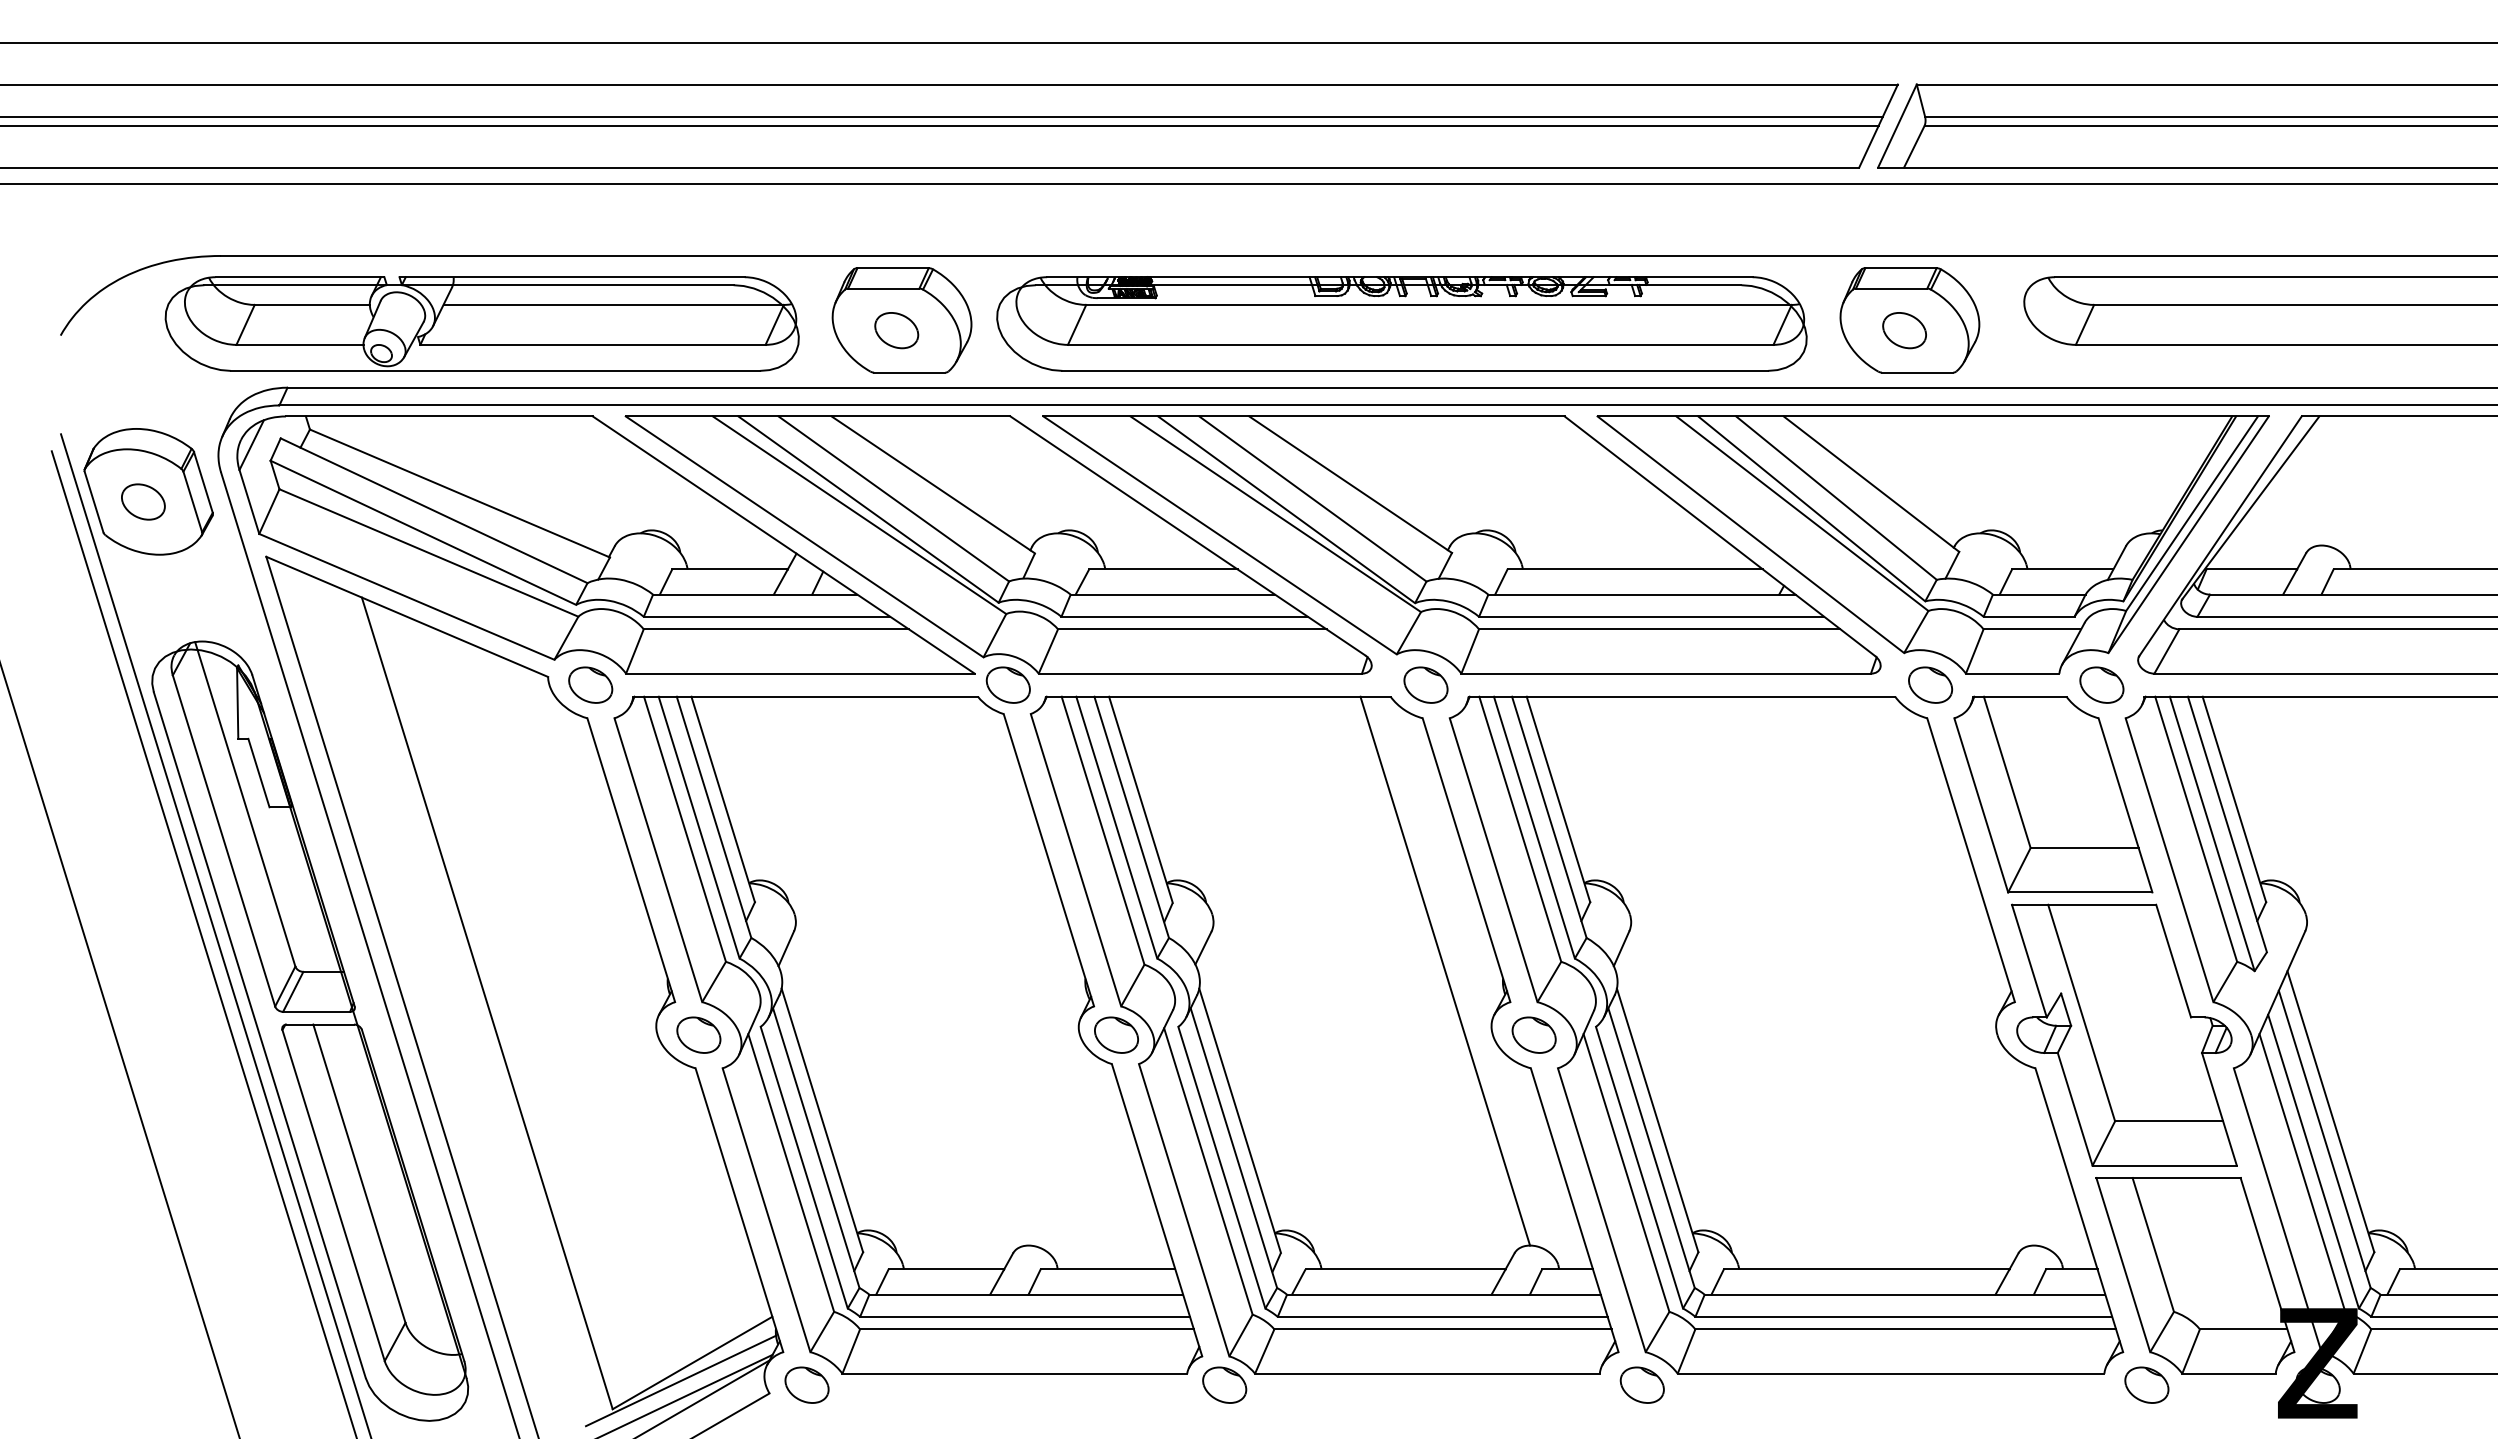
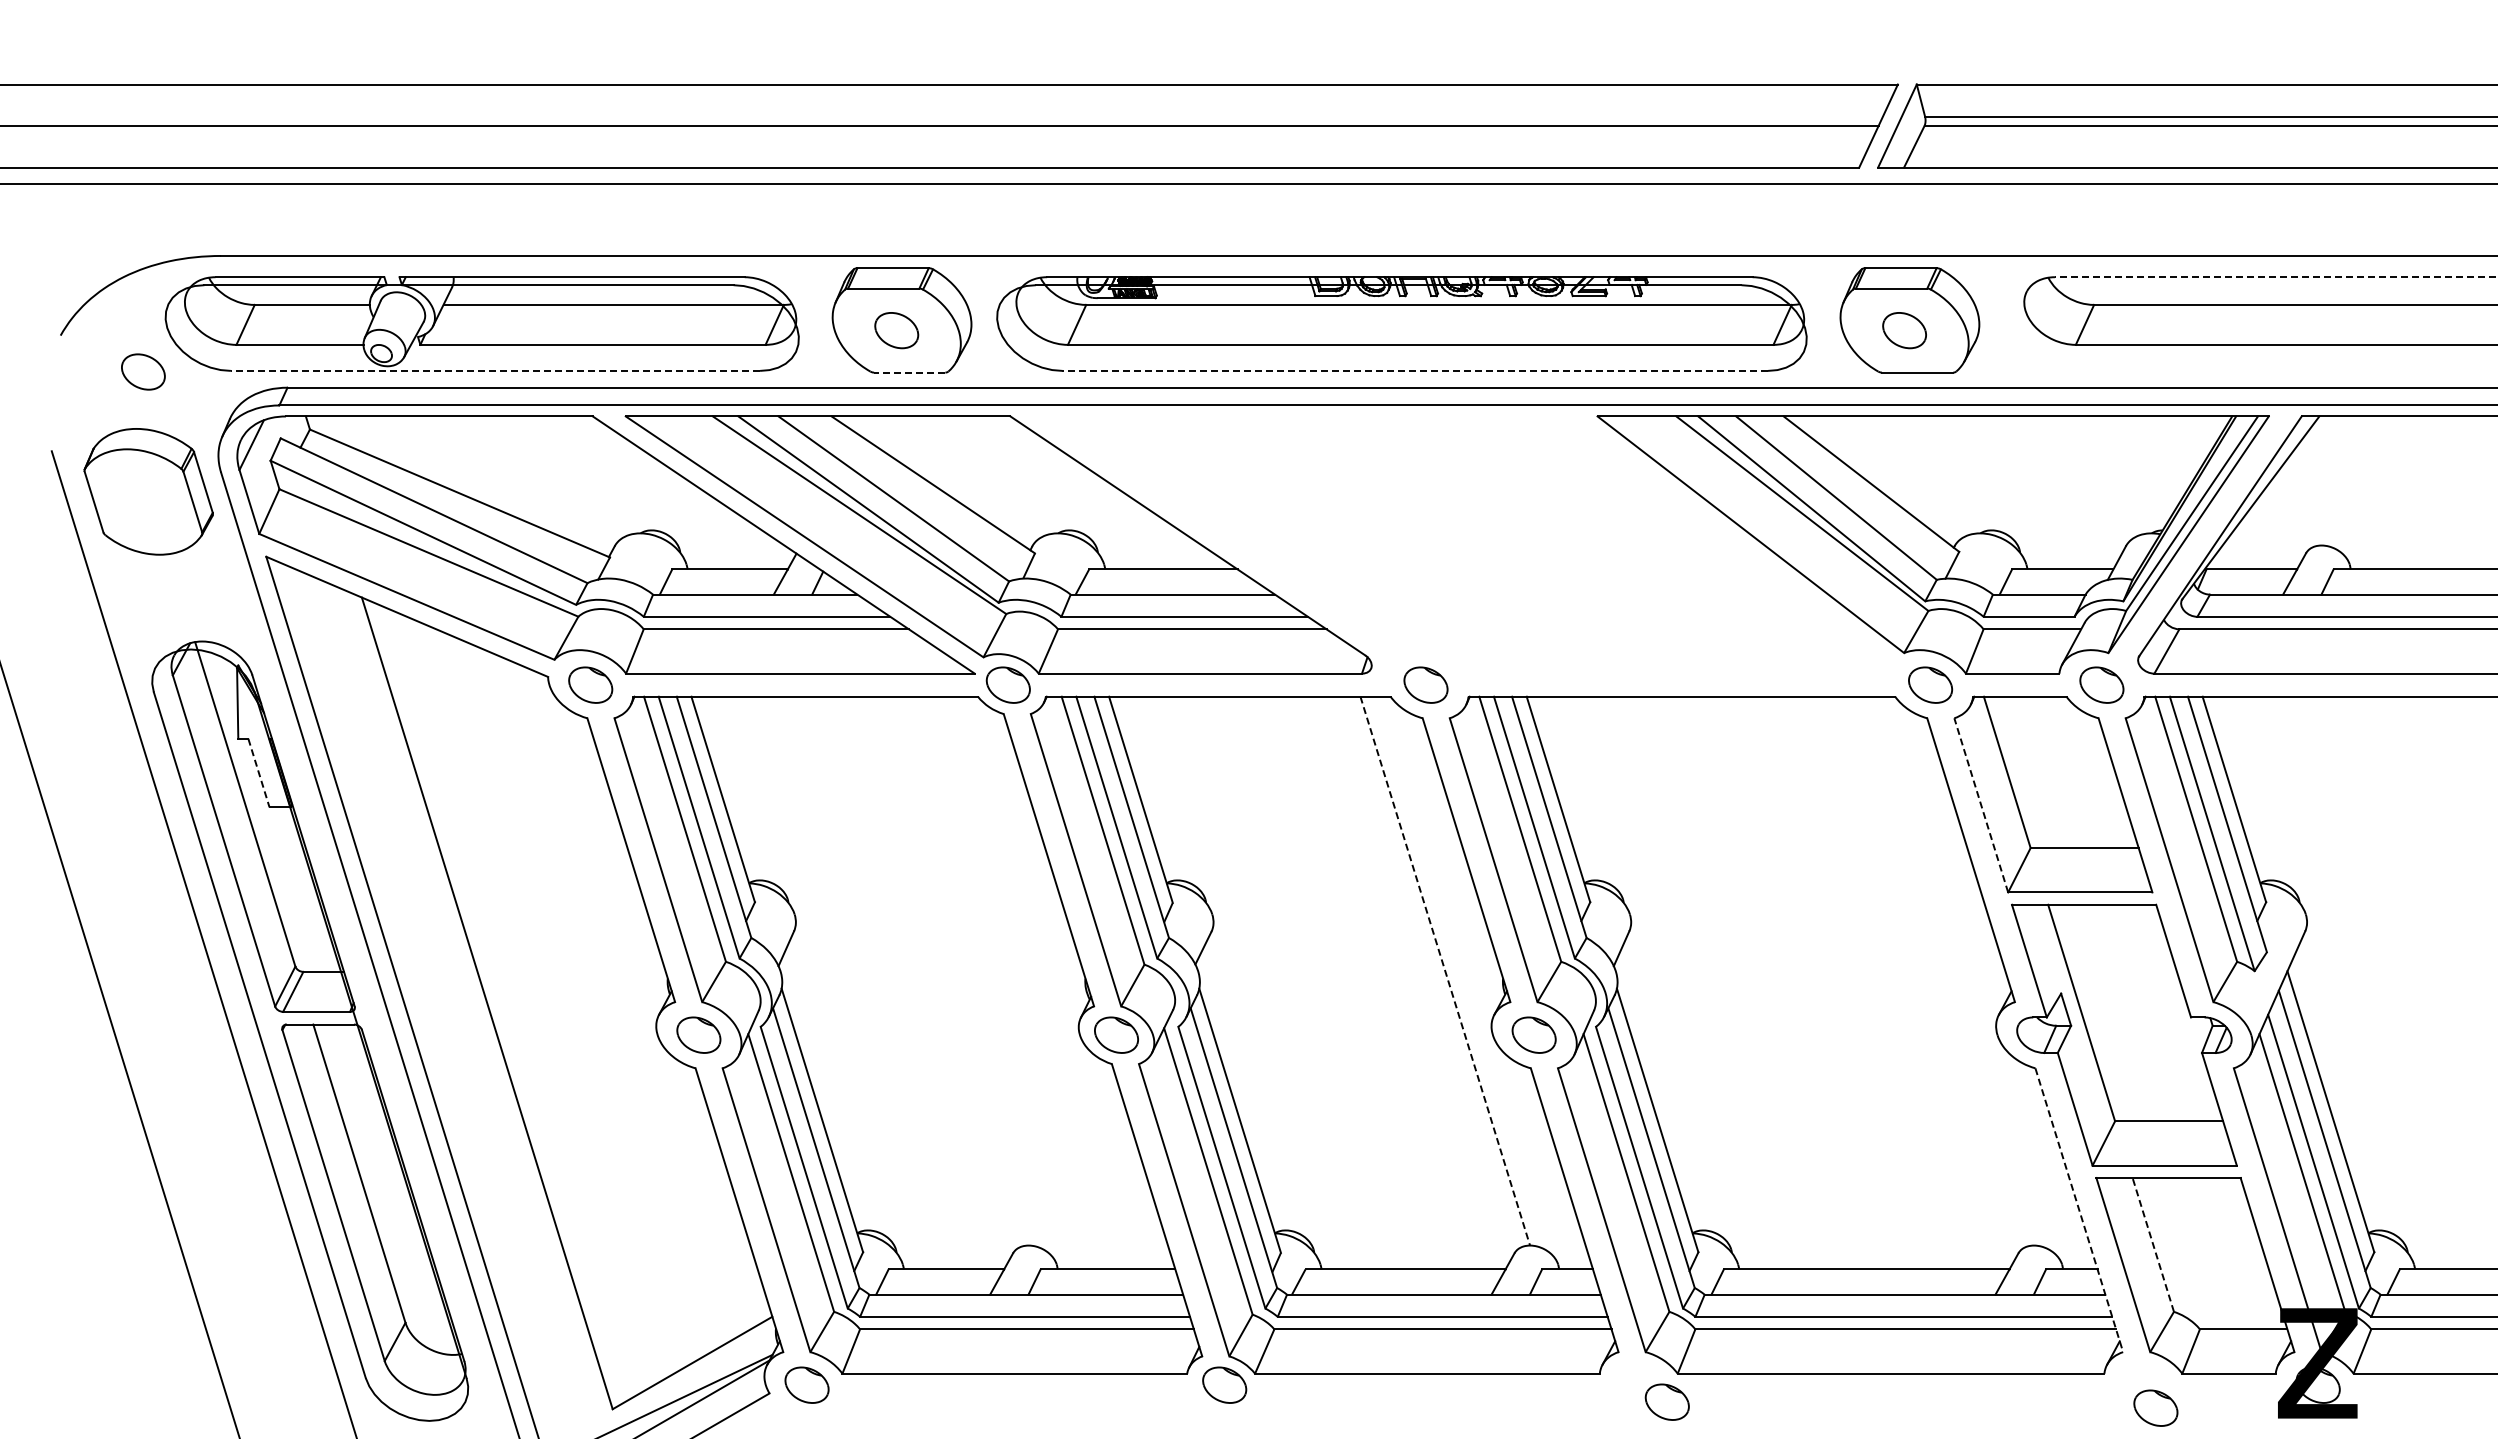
line at (1248, 43): present -> none
line at (942, 116): present -> none
line at (2275, 277): solid -> dashed
line at (495, 370): solid -> dashed
line at (1415, 370): solid -> dashed
line at (909, 372): solid -> dashed
part at (143, 501) position: (143, 501) -> (143, 371)
part at (1461, 544): present -> none
line at (258, 773): solid -> dashed
line at (1981, 804): solid -> dashed
line at (215, 934): present -> none
line at (1445, 971): solid -> dashed
line at (2079, 1210): solid -> dashed
line at (2153, 1244): solid -> dashed
line at (680, 1380): present -> none
part at (1641, 1384) position: (1641, 1384) -> (1666, 1401)
part at (2146, 1384) position: (2146, 1384) -> (2155, 1407)
